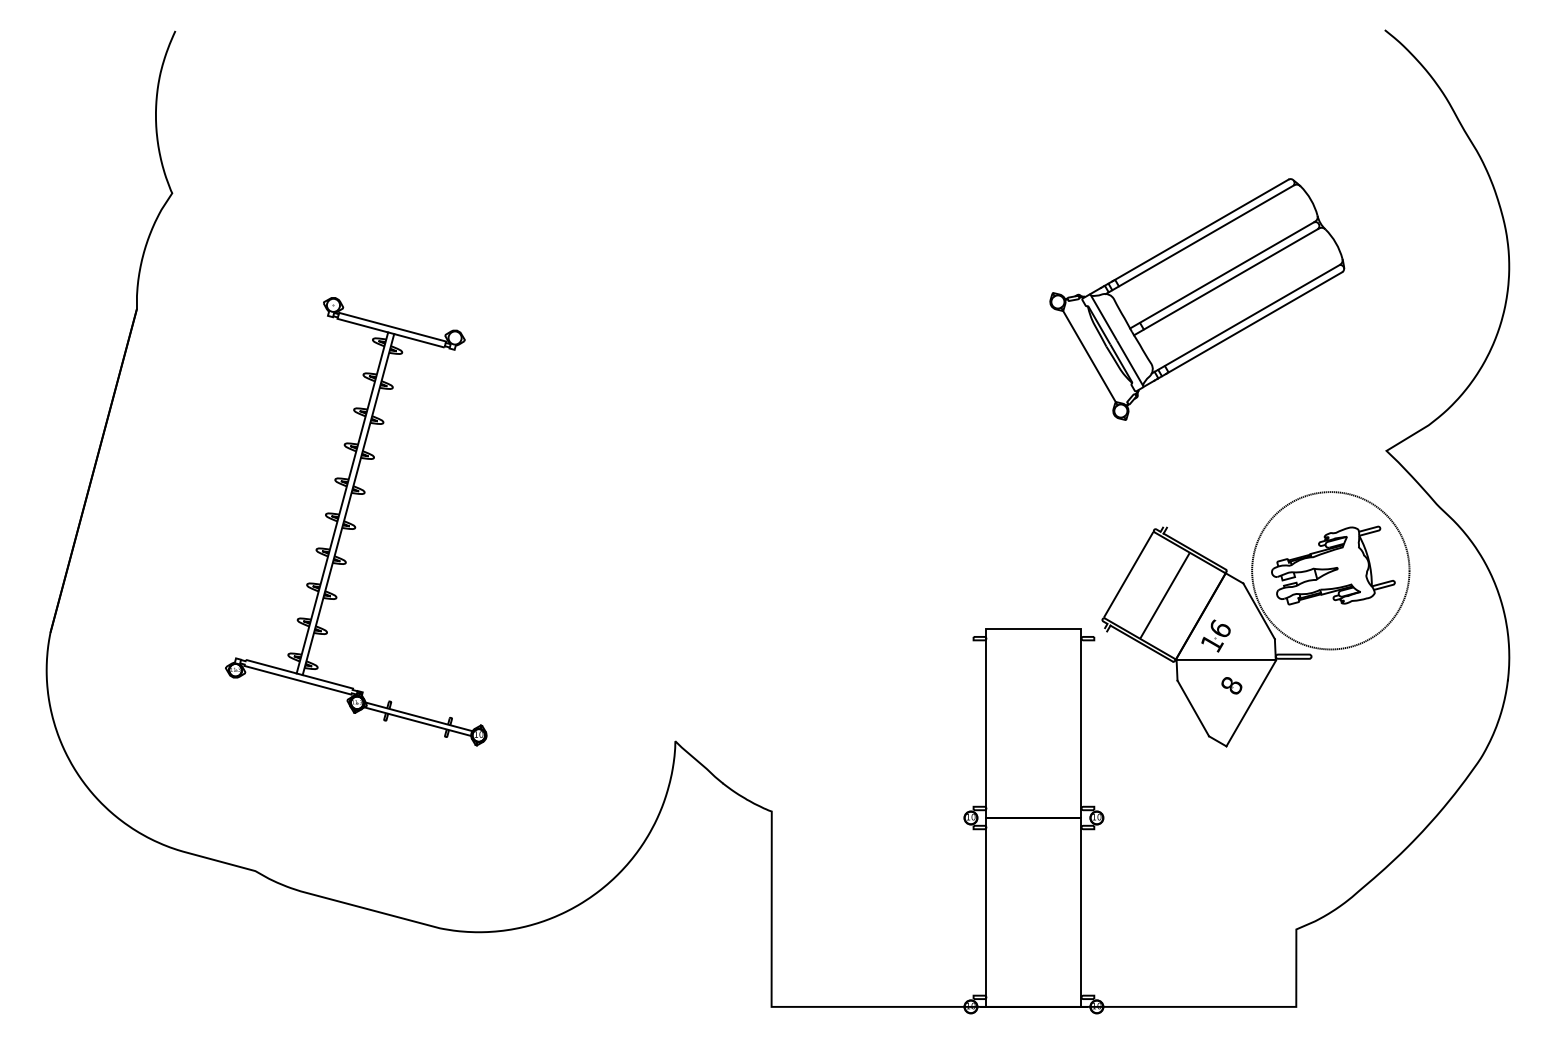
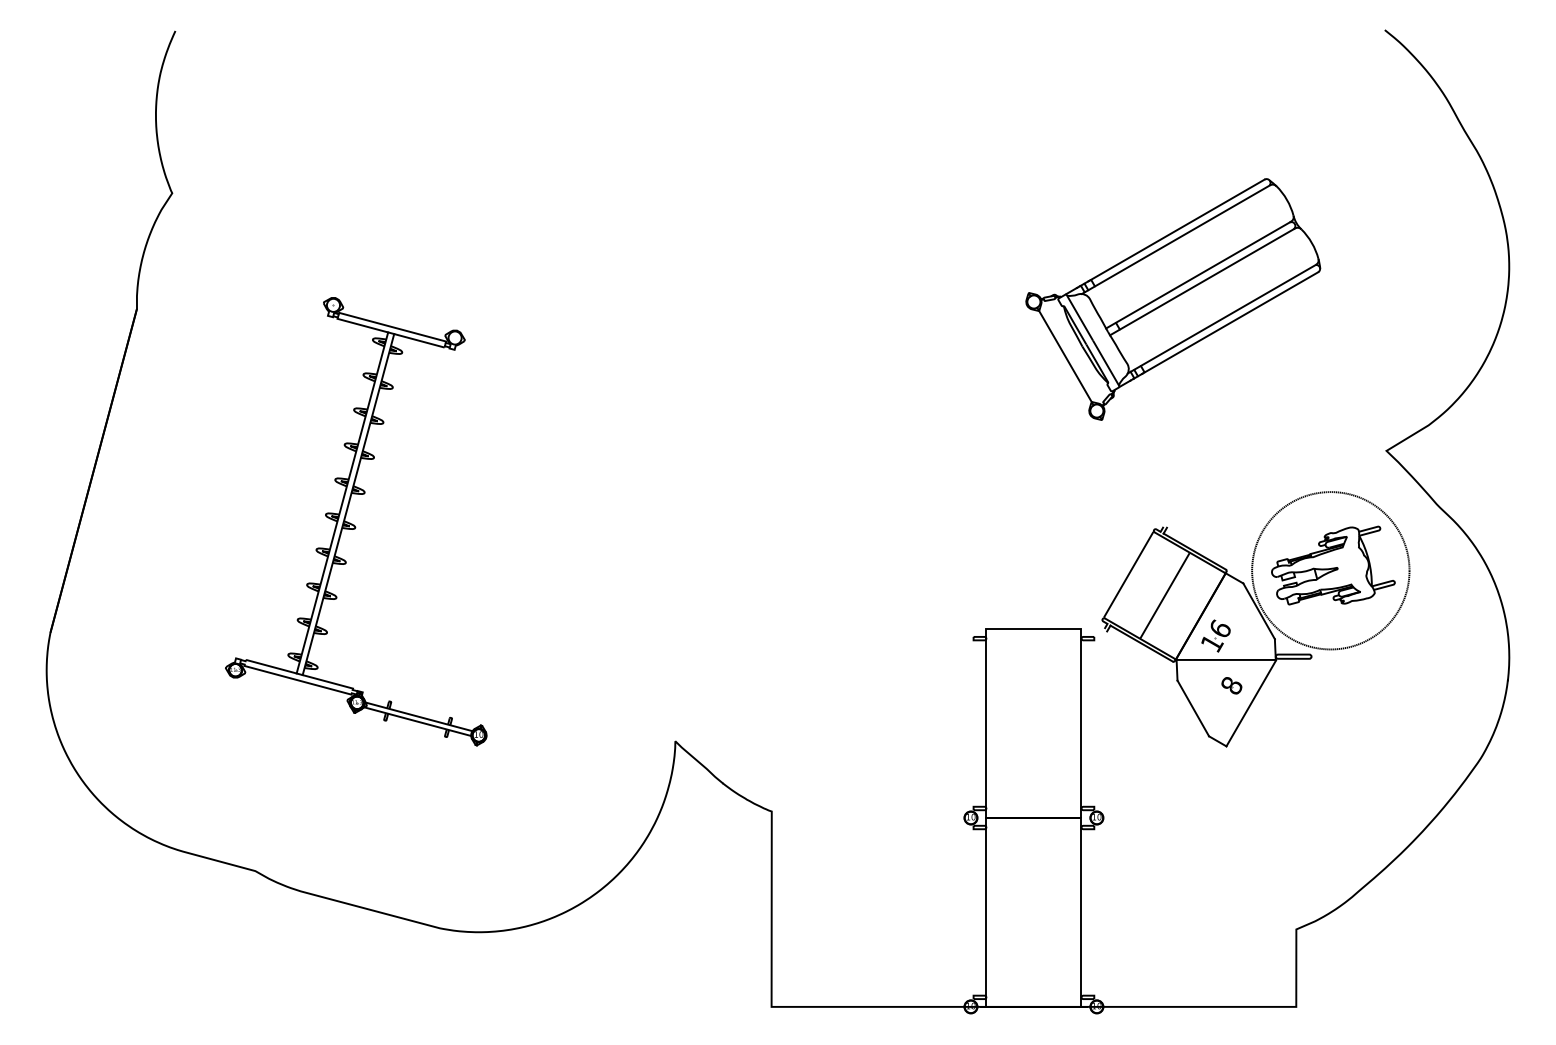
part at (1197, 299) position: (1197, 299) -> (1173, 299)
